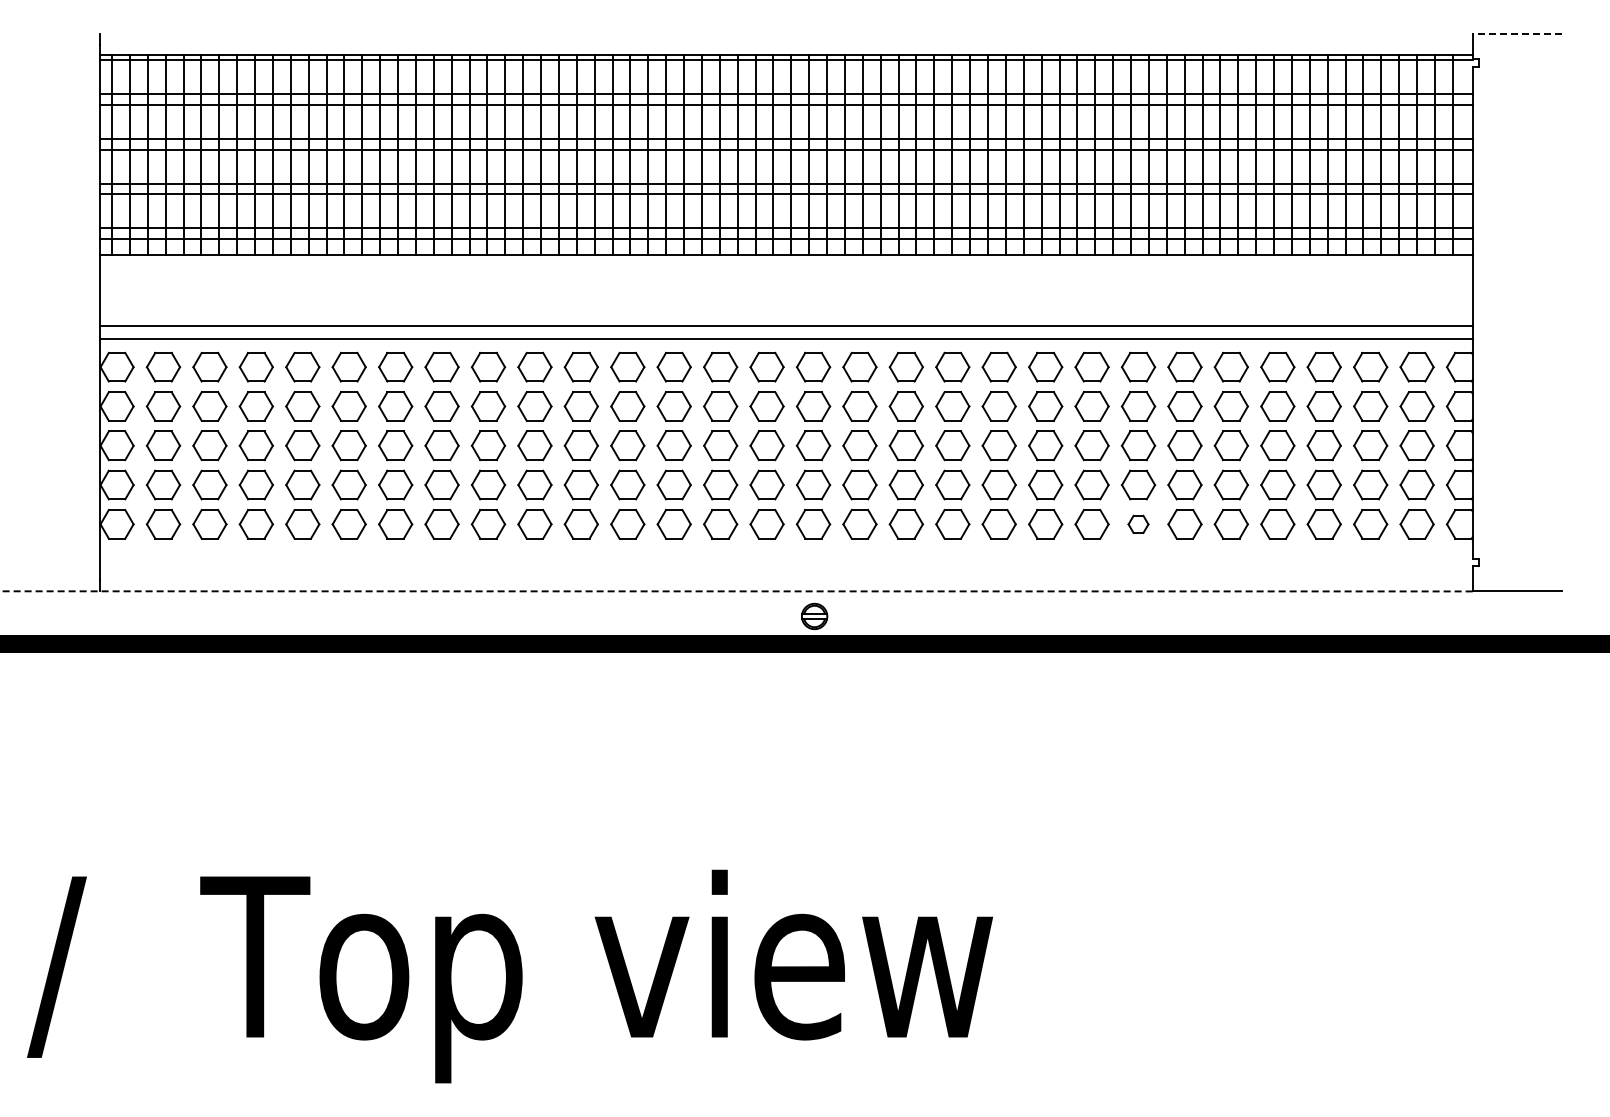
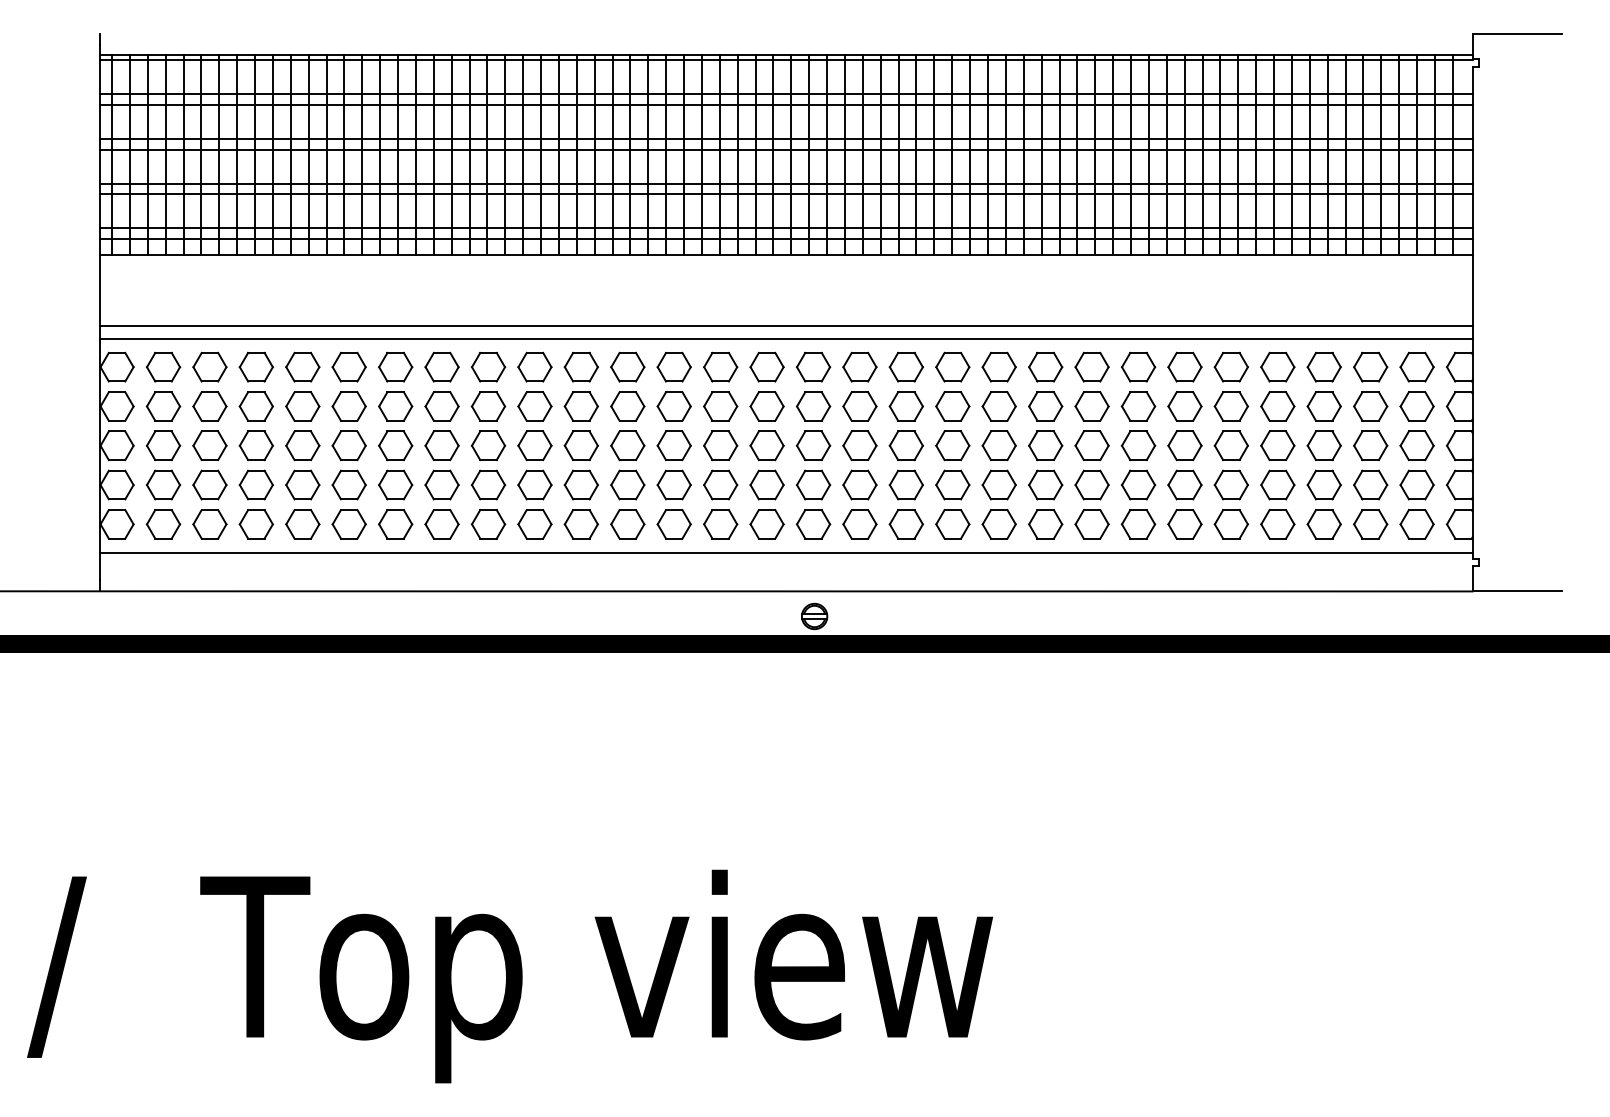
line at (1517, 33): dashed -> solid
part at (1138, 523) size: 23x20 px -> 37x31 px
line at (785, 552): none -> present
line at (736, 591): dashed -> solid
